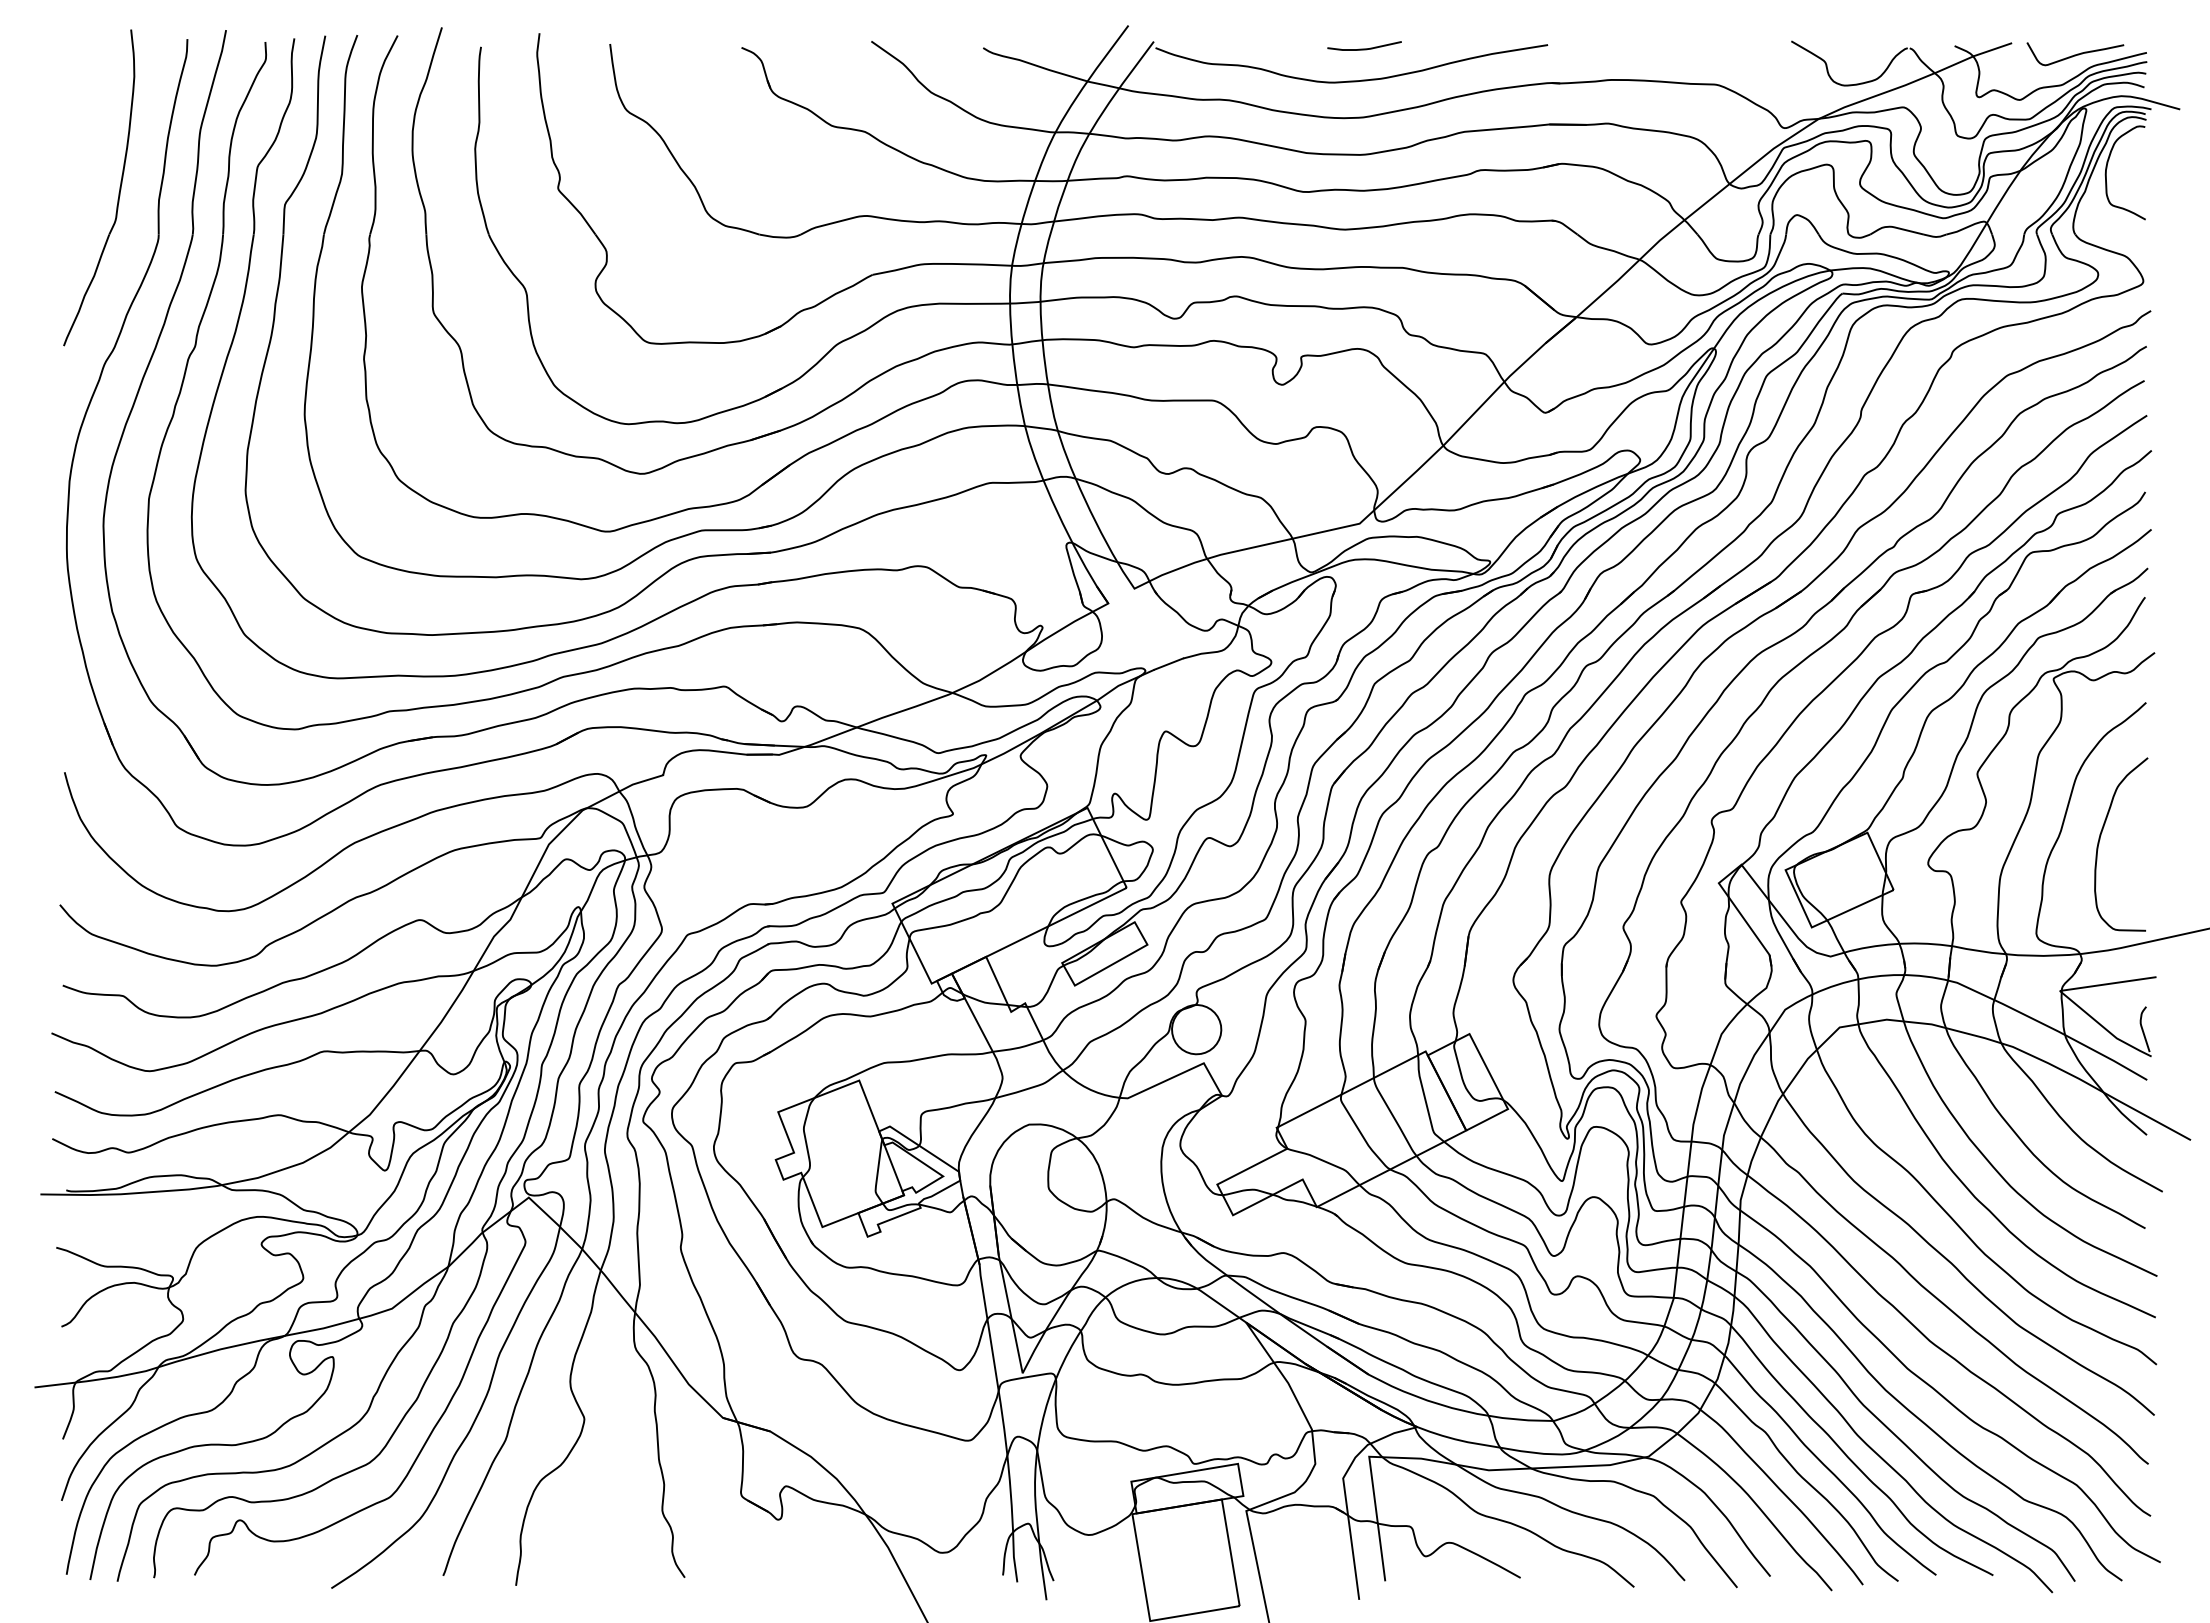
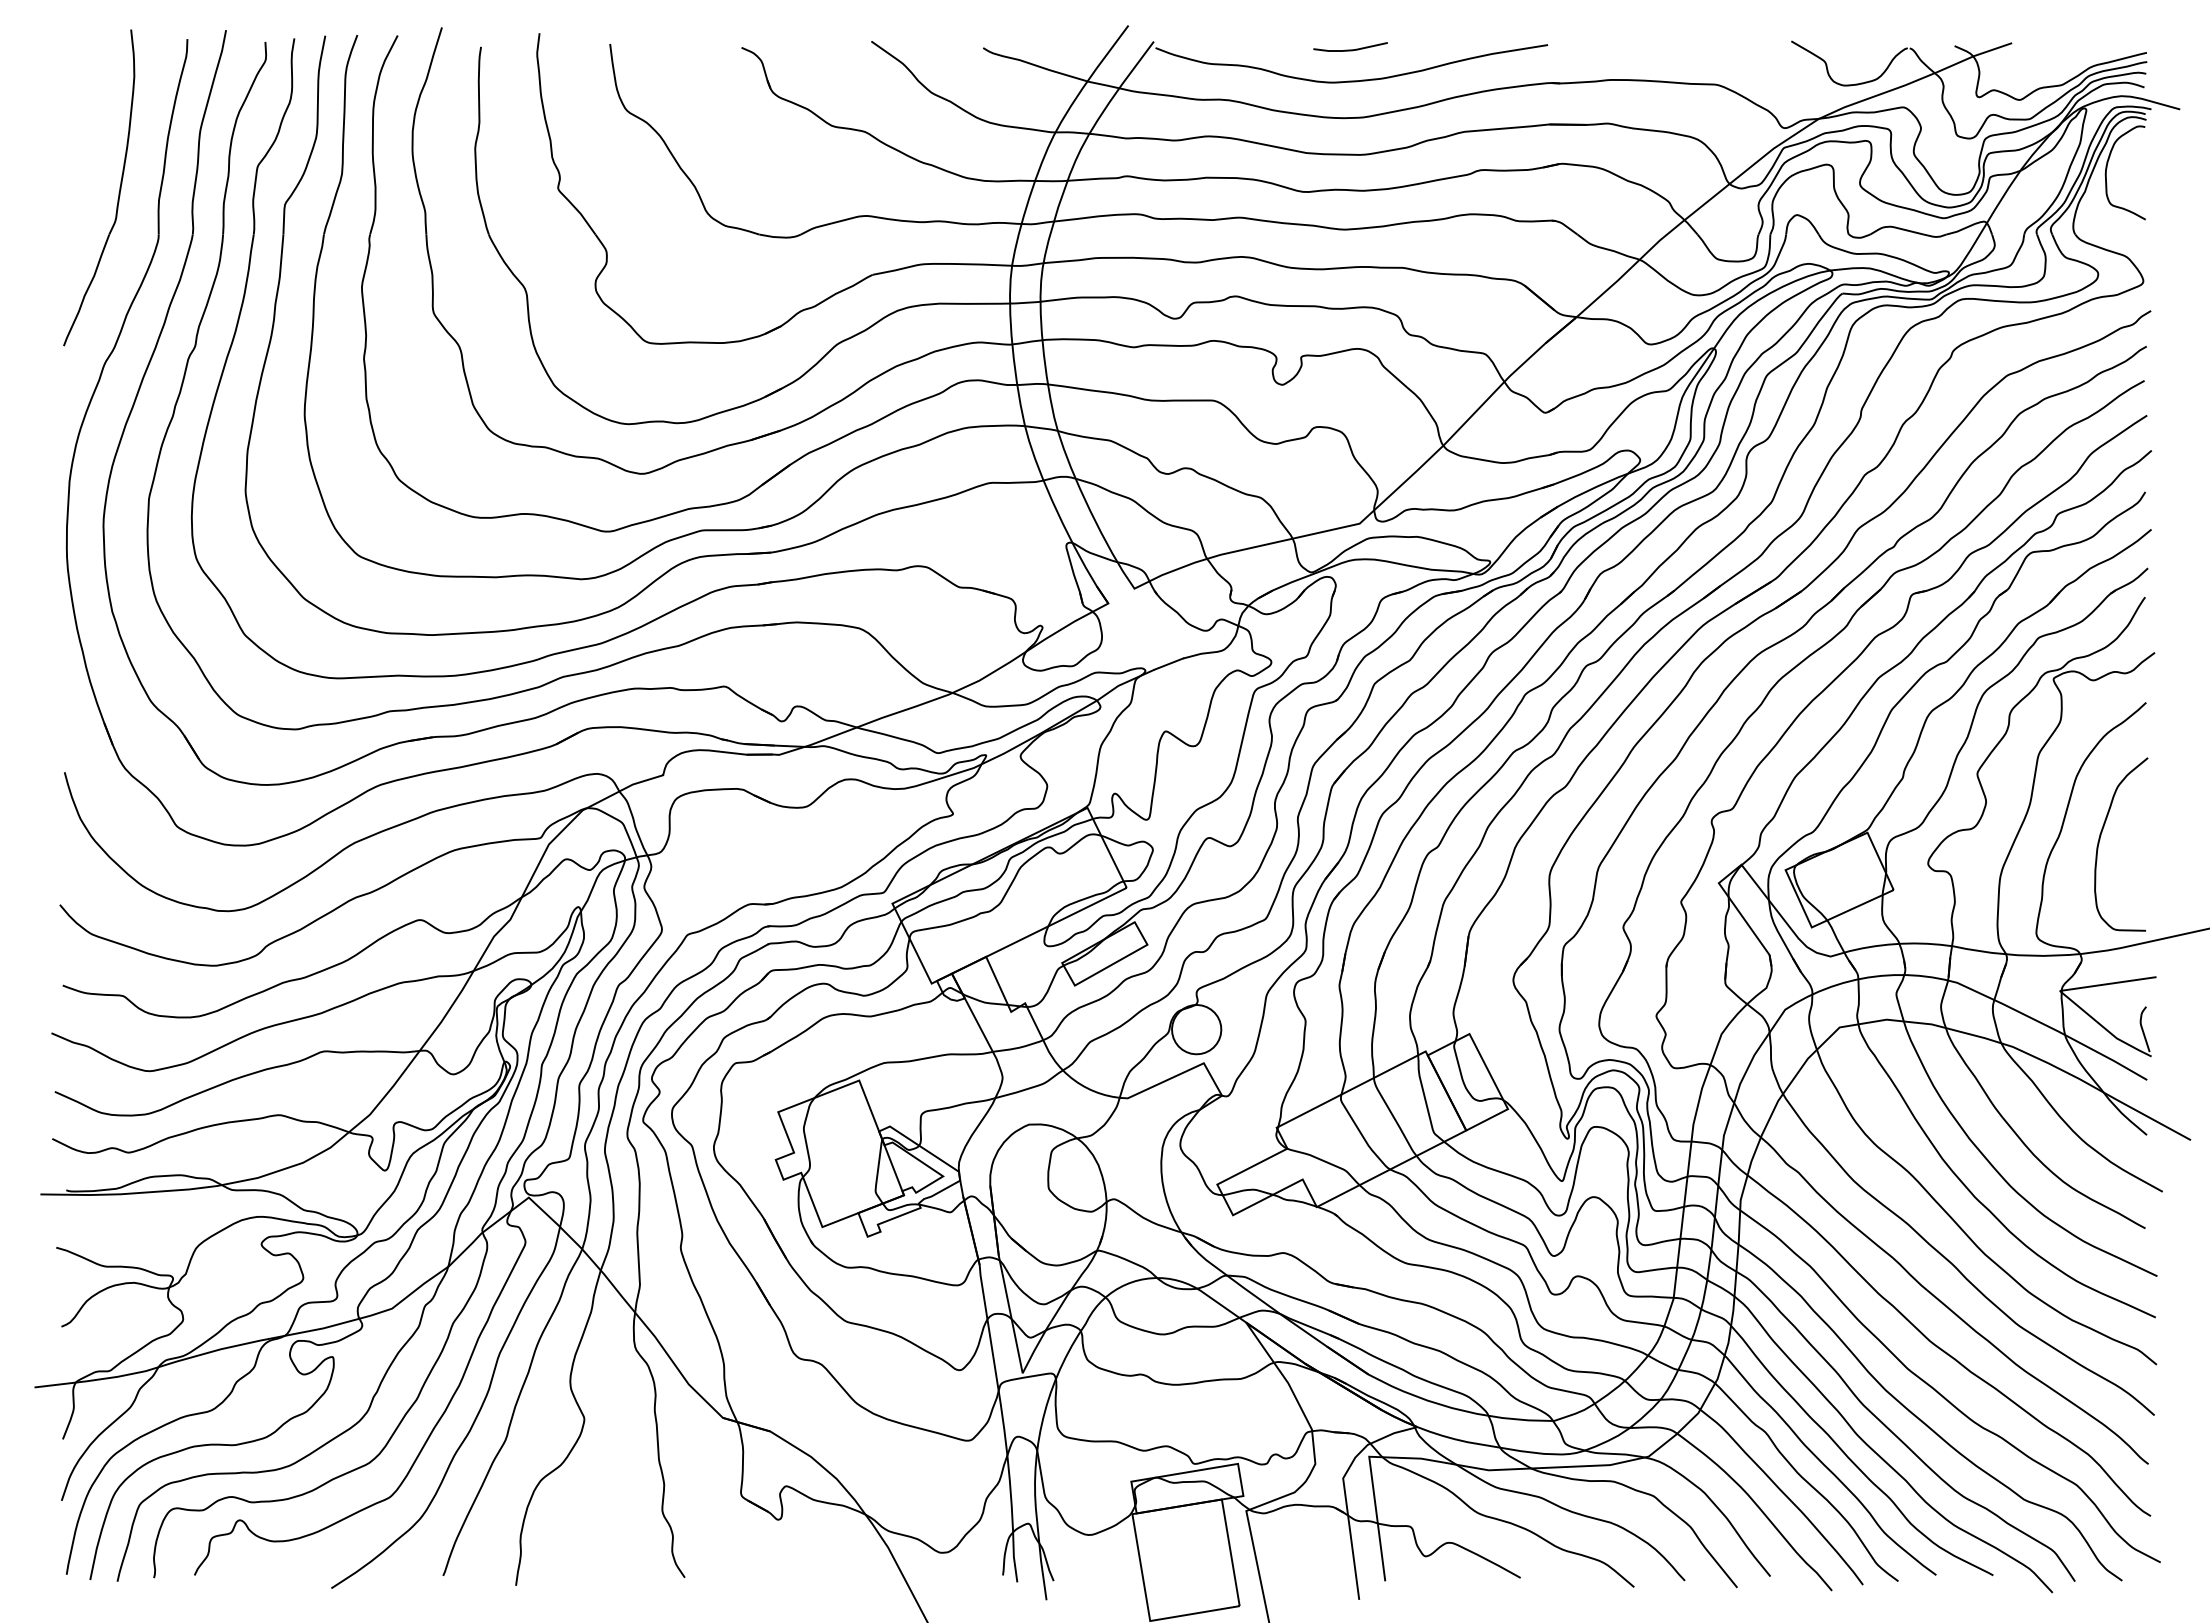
curve at (1364, 48) position: (1364, 48) -> (1350, 49)
curve at (2075, 54): present -> none
